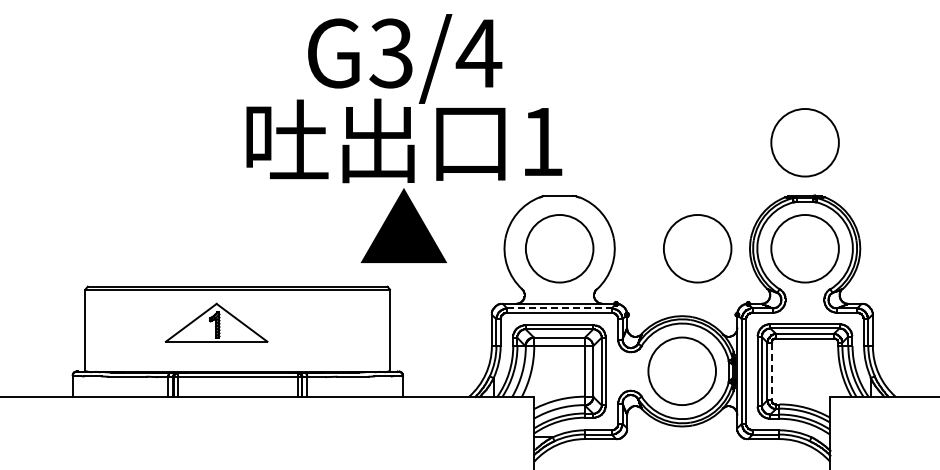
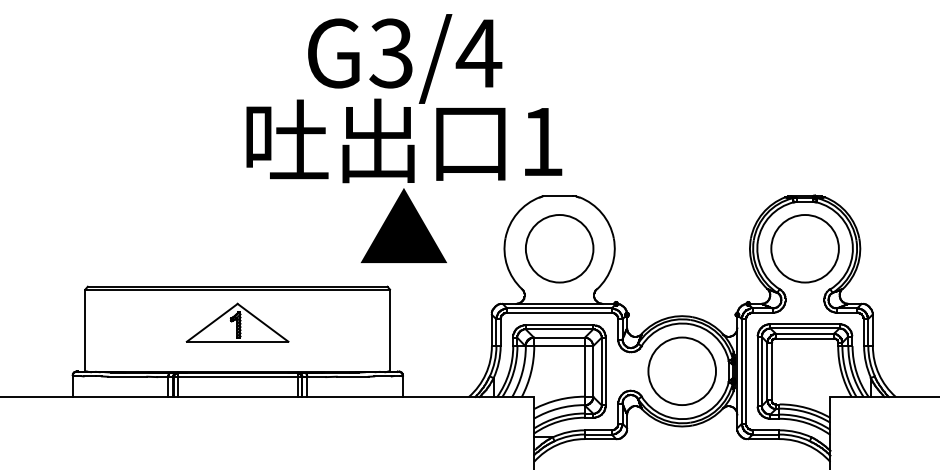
part at (804, 142): present -> none
part at (697, 248): present -> none
line at (560, 308): dashed -> solid
part at (216, 322) position: (216, 322) -> (237, 322)
line at (771, 371): dashed -> solid
